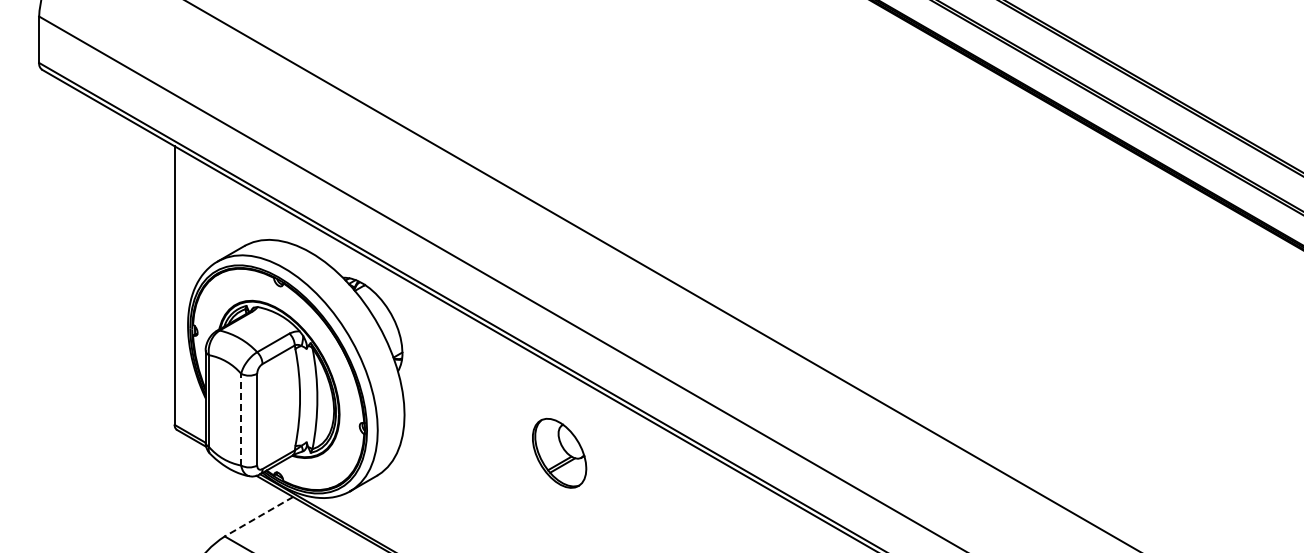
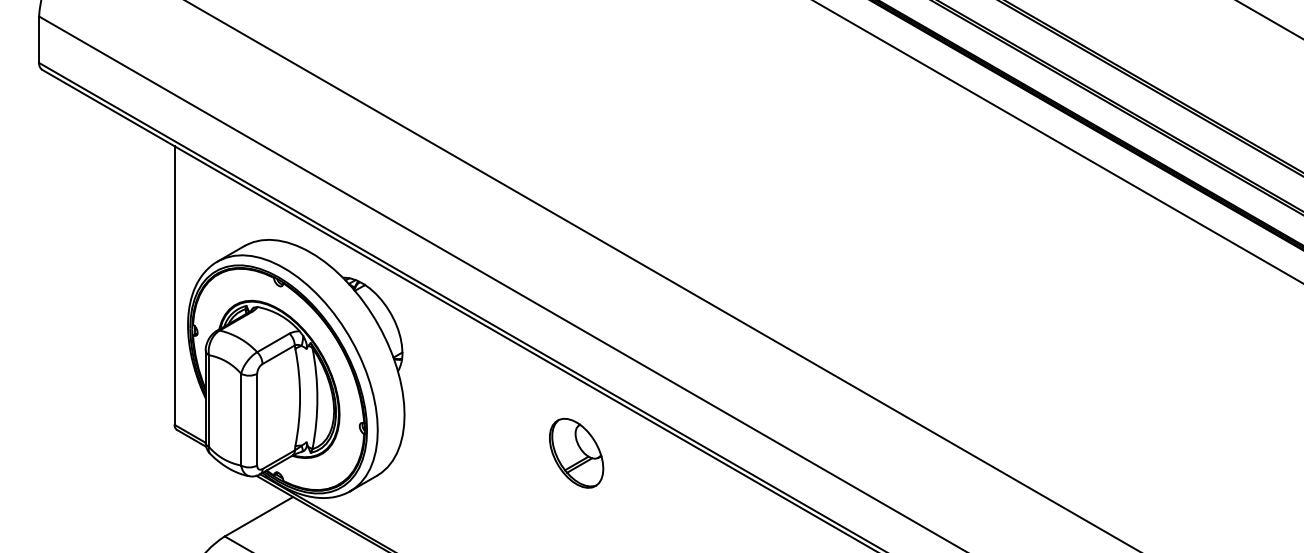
line at (1269, 19): none -> present
line at (1057, 142): none -> present
line at (241, 419): dashed -> solid
part at (559, 452) position: (559, 452) -> (576, 452)
line at (258, 516): dashed -> solid
